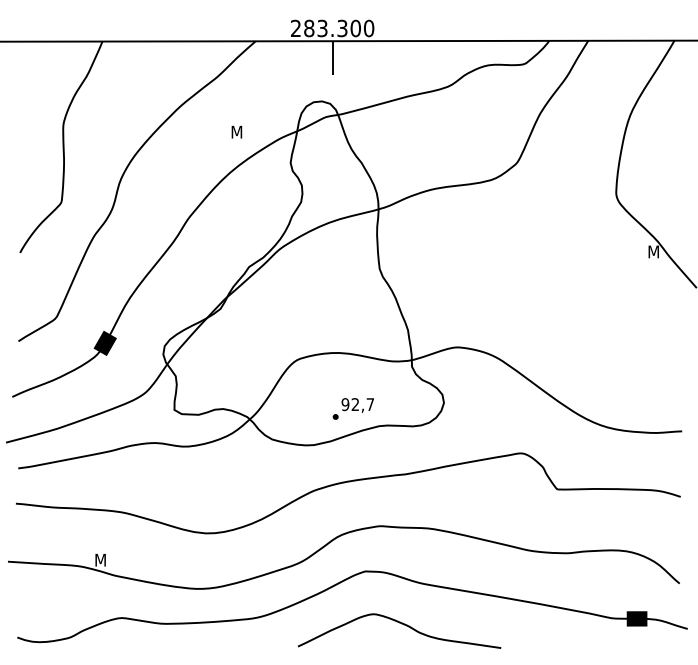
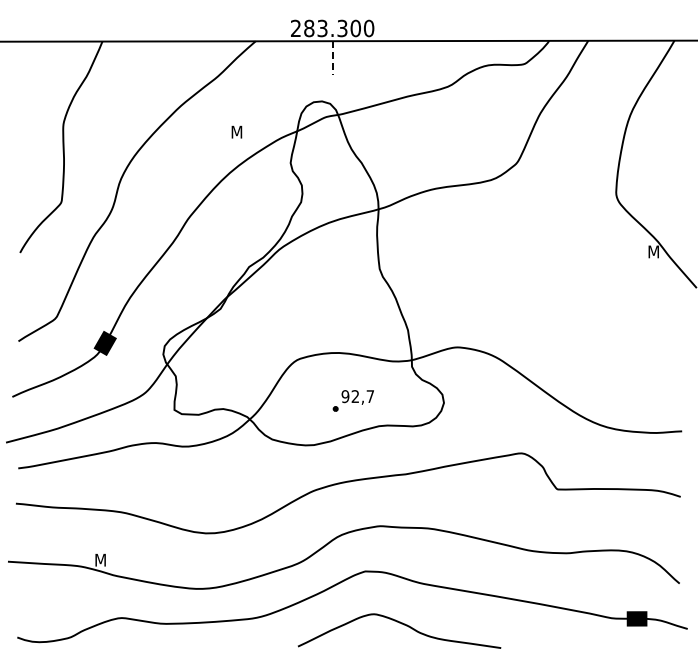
line at (332, 58): solid -> dashed
part at (352, 408) position: (352, 408) -> (352, 400)
